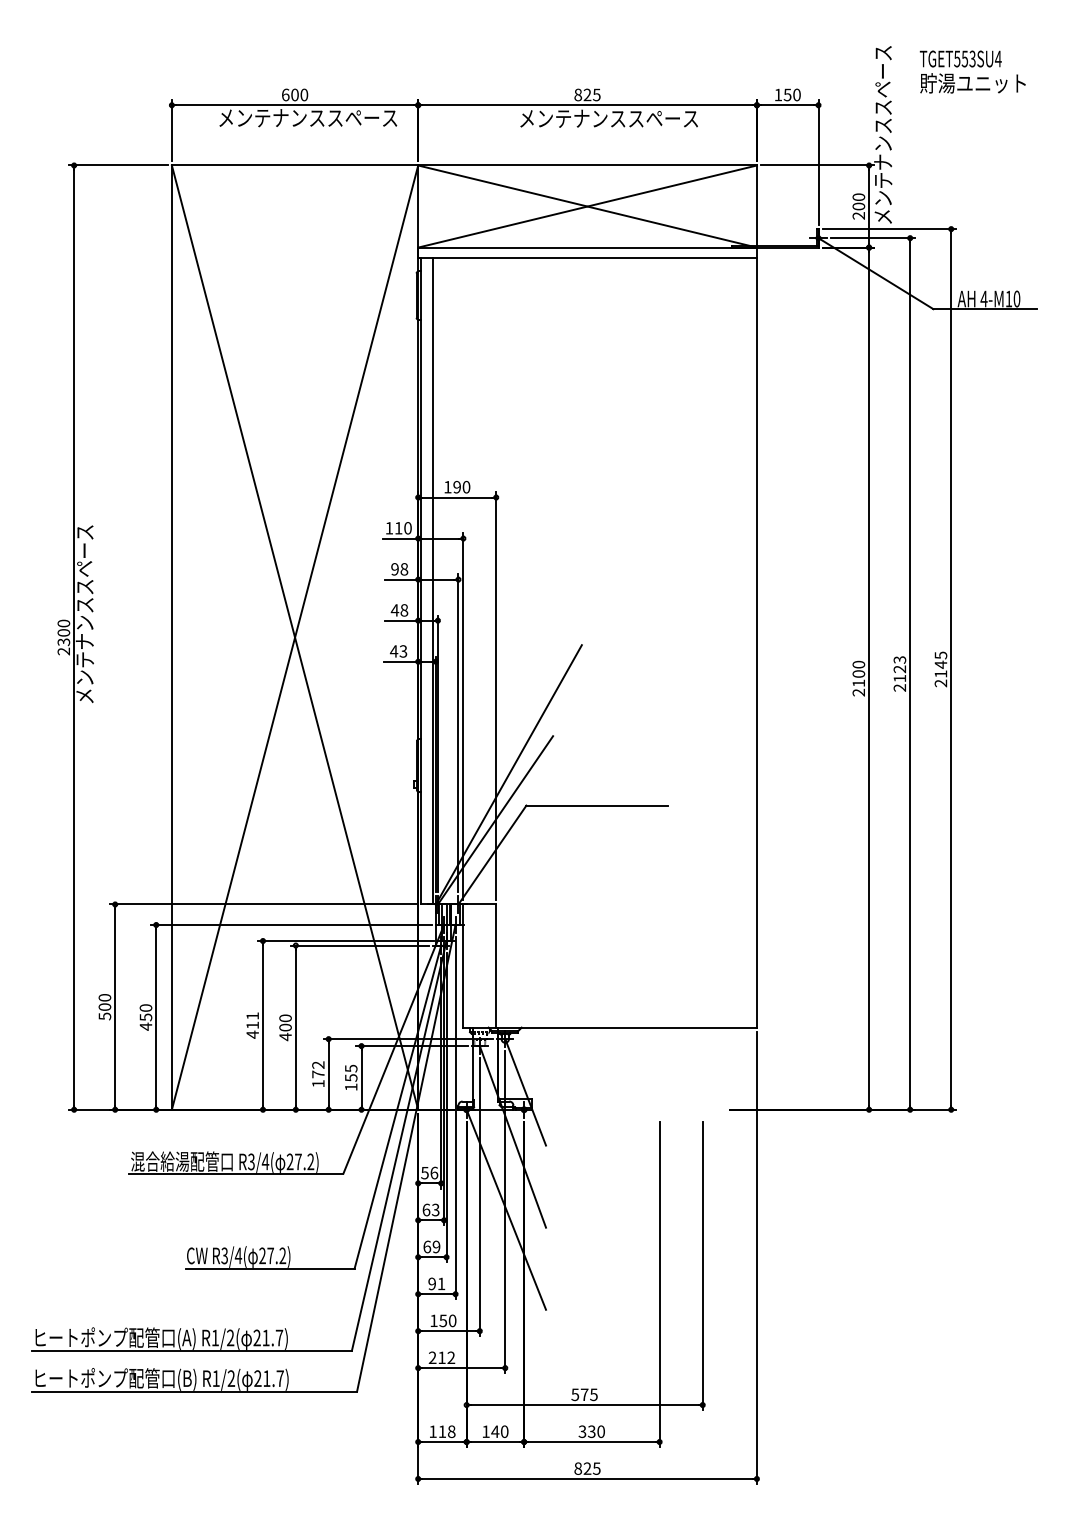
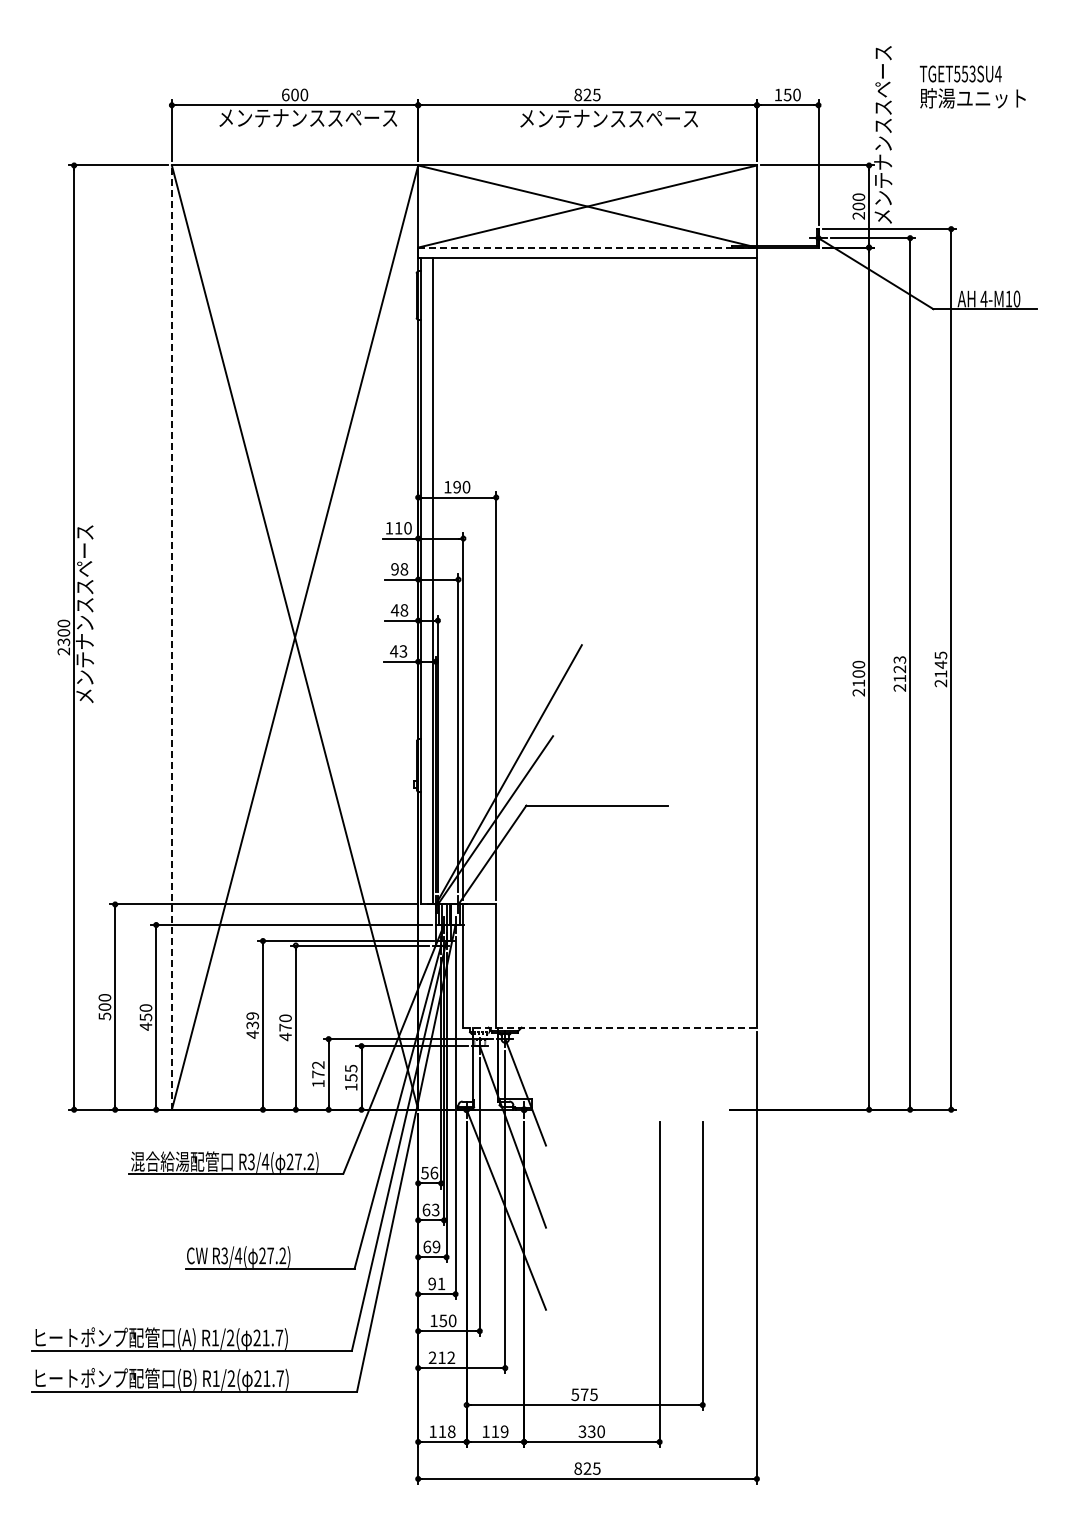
text at (972, 71) position: (972, 71) -> (972, 86)
line at (588, 247): solid -> dashed
line at (171, 637): solid -> dashed
text at (252, 1020): 411 -> 439
text at (285, 1027): 400 -> 470
line at (610, 1027): solid -> dashed
text at (499, 1431): 140 -> 119
